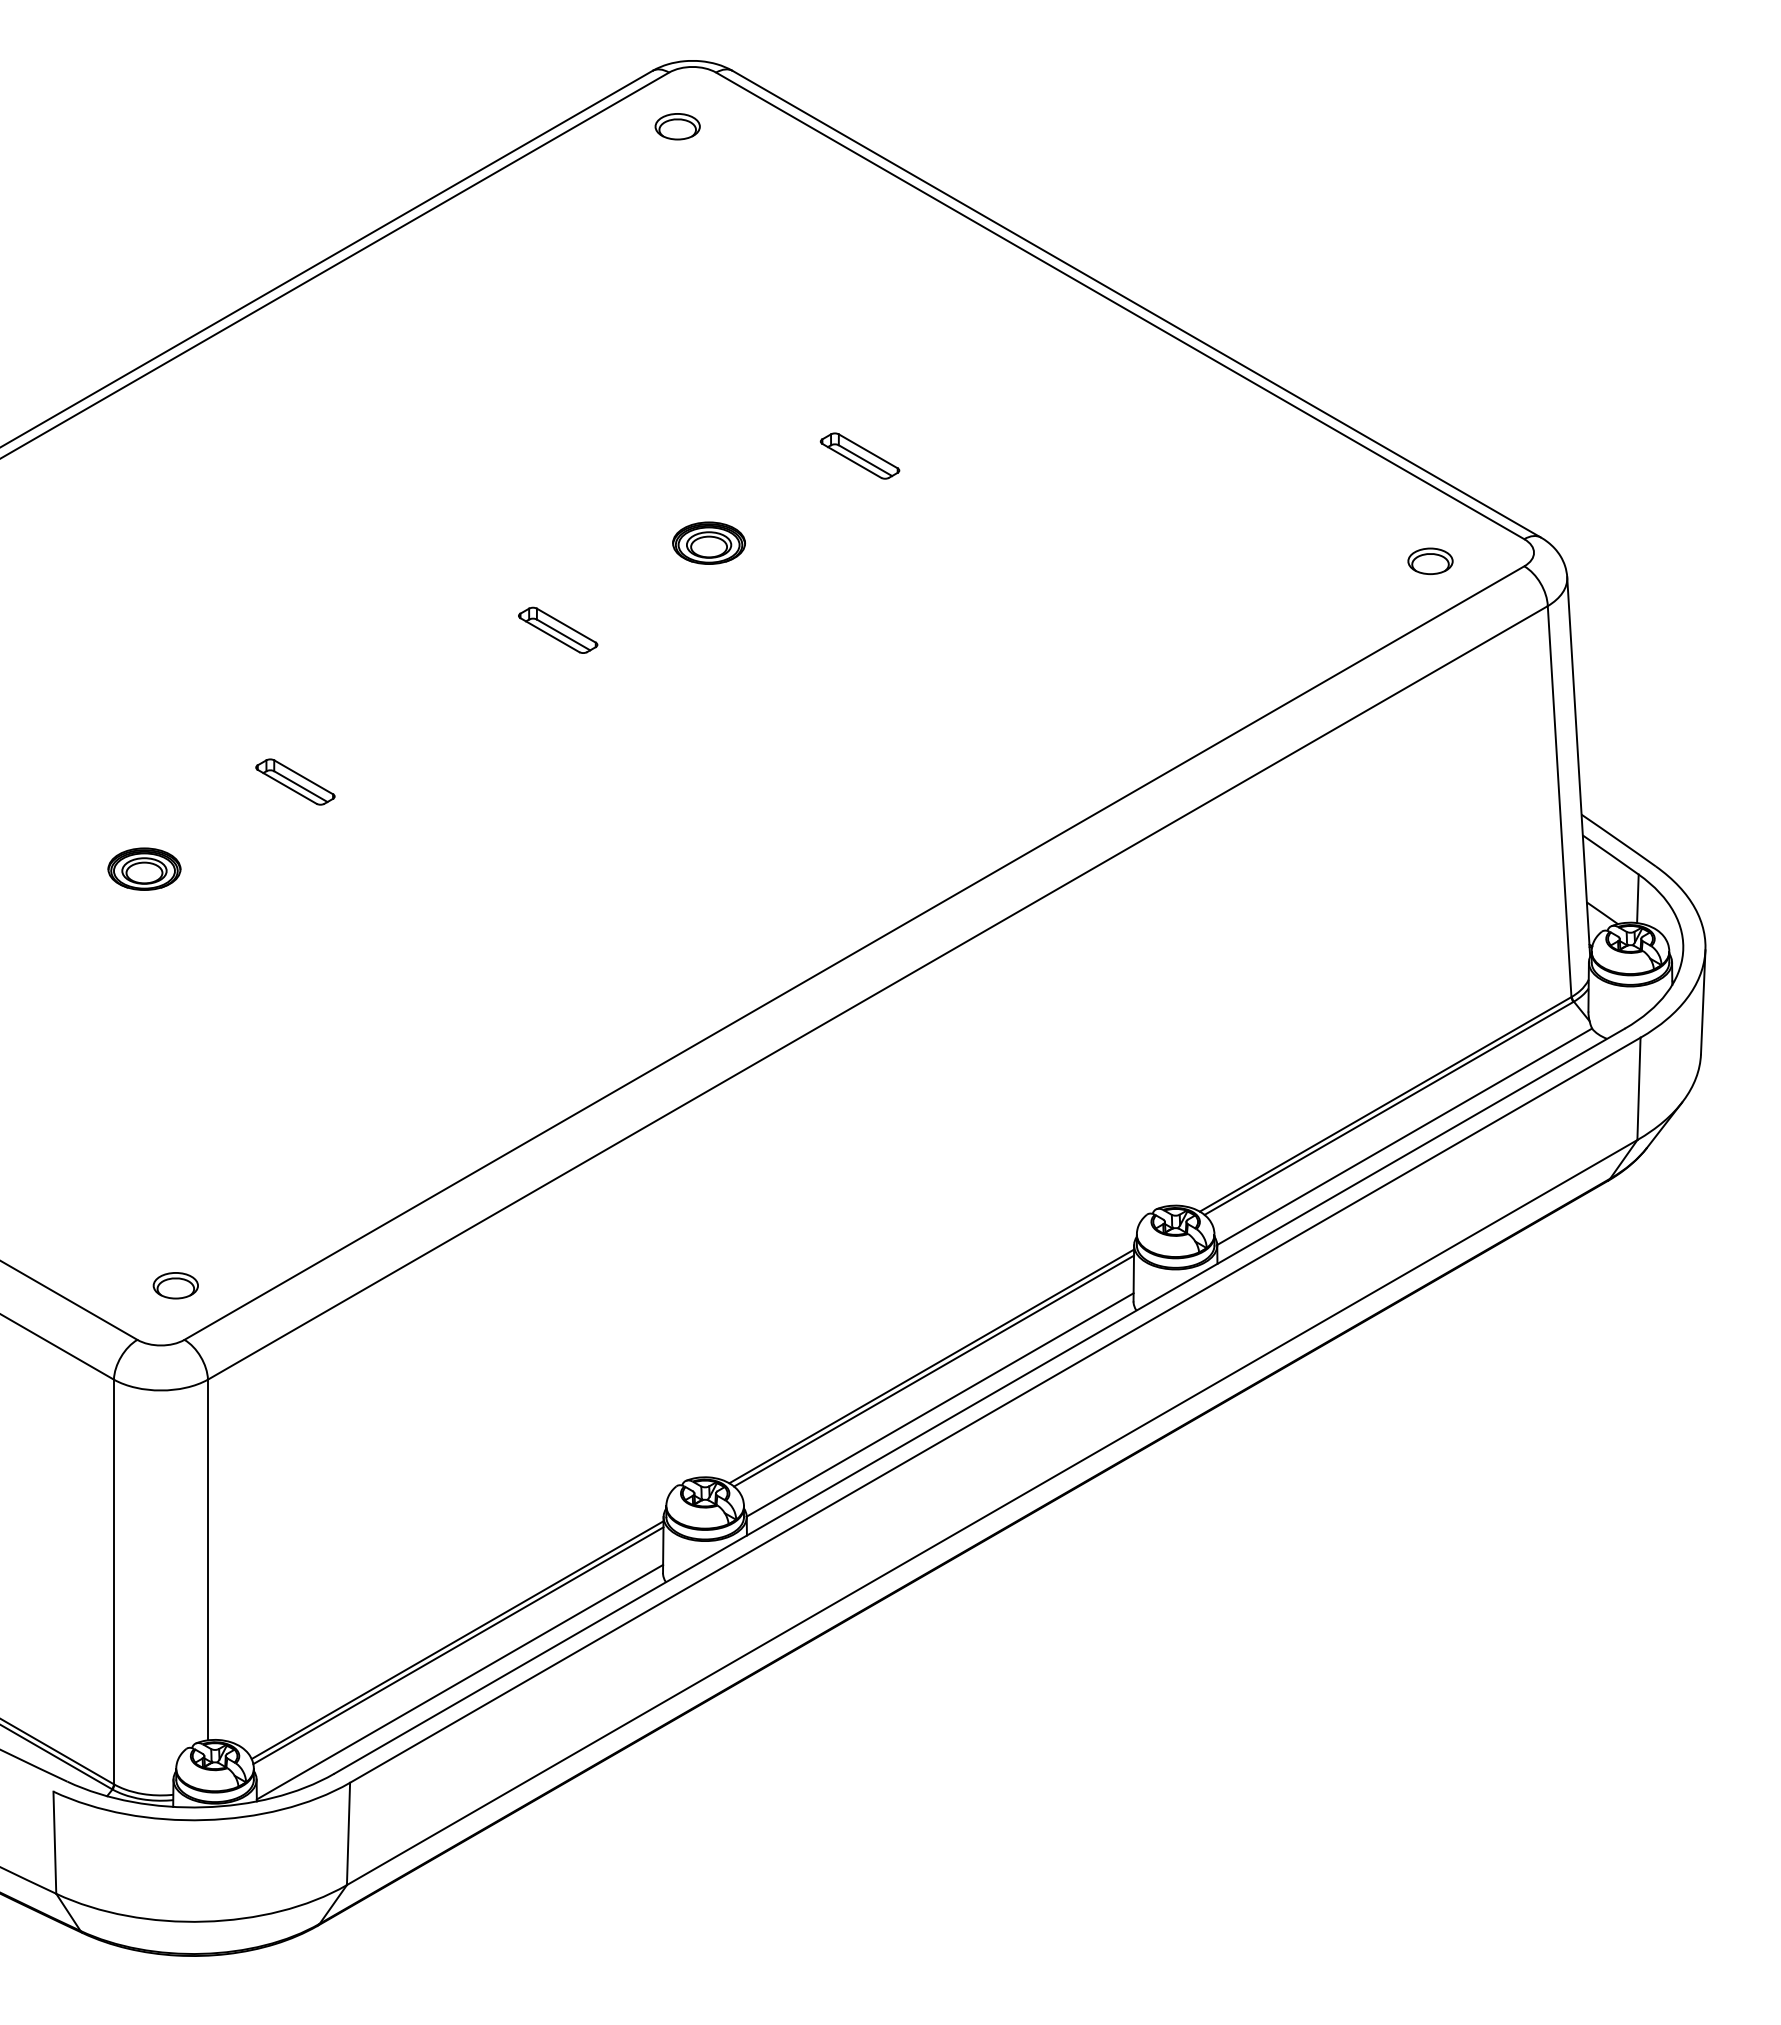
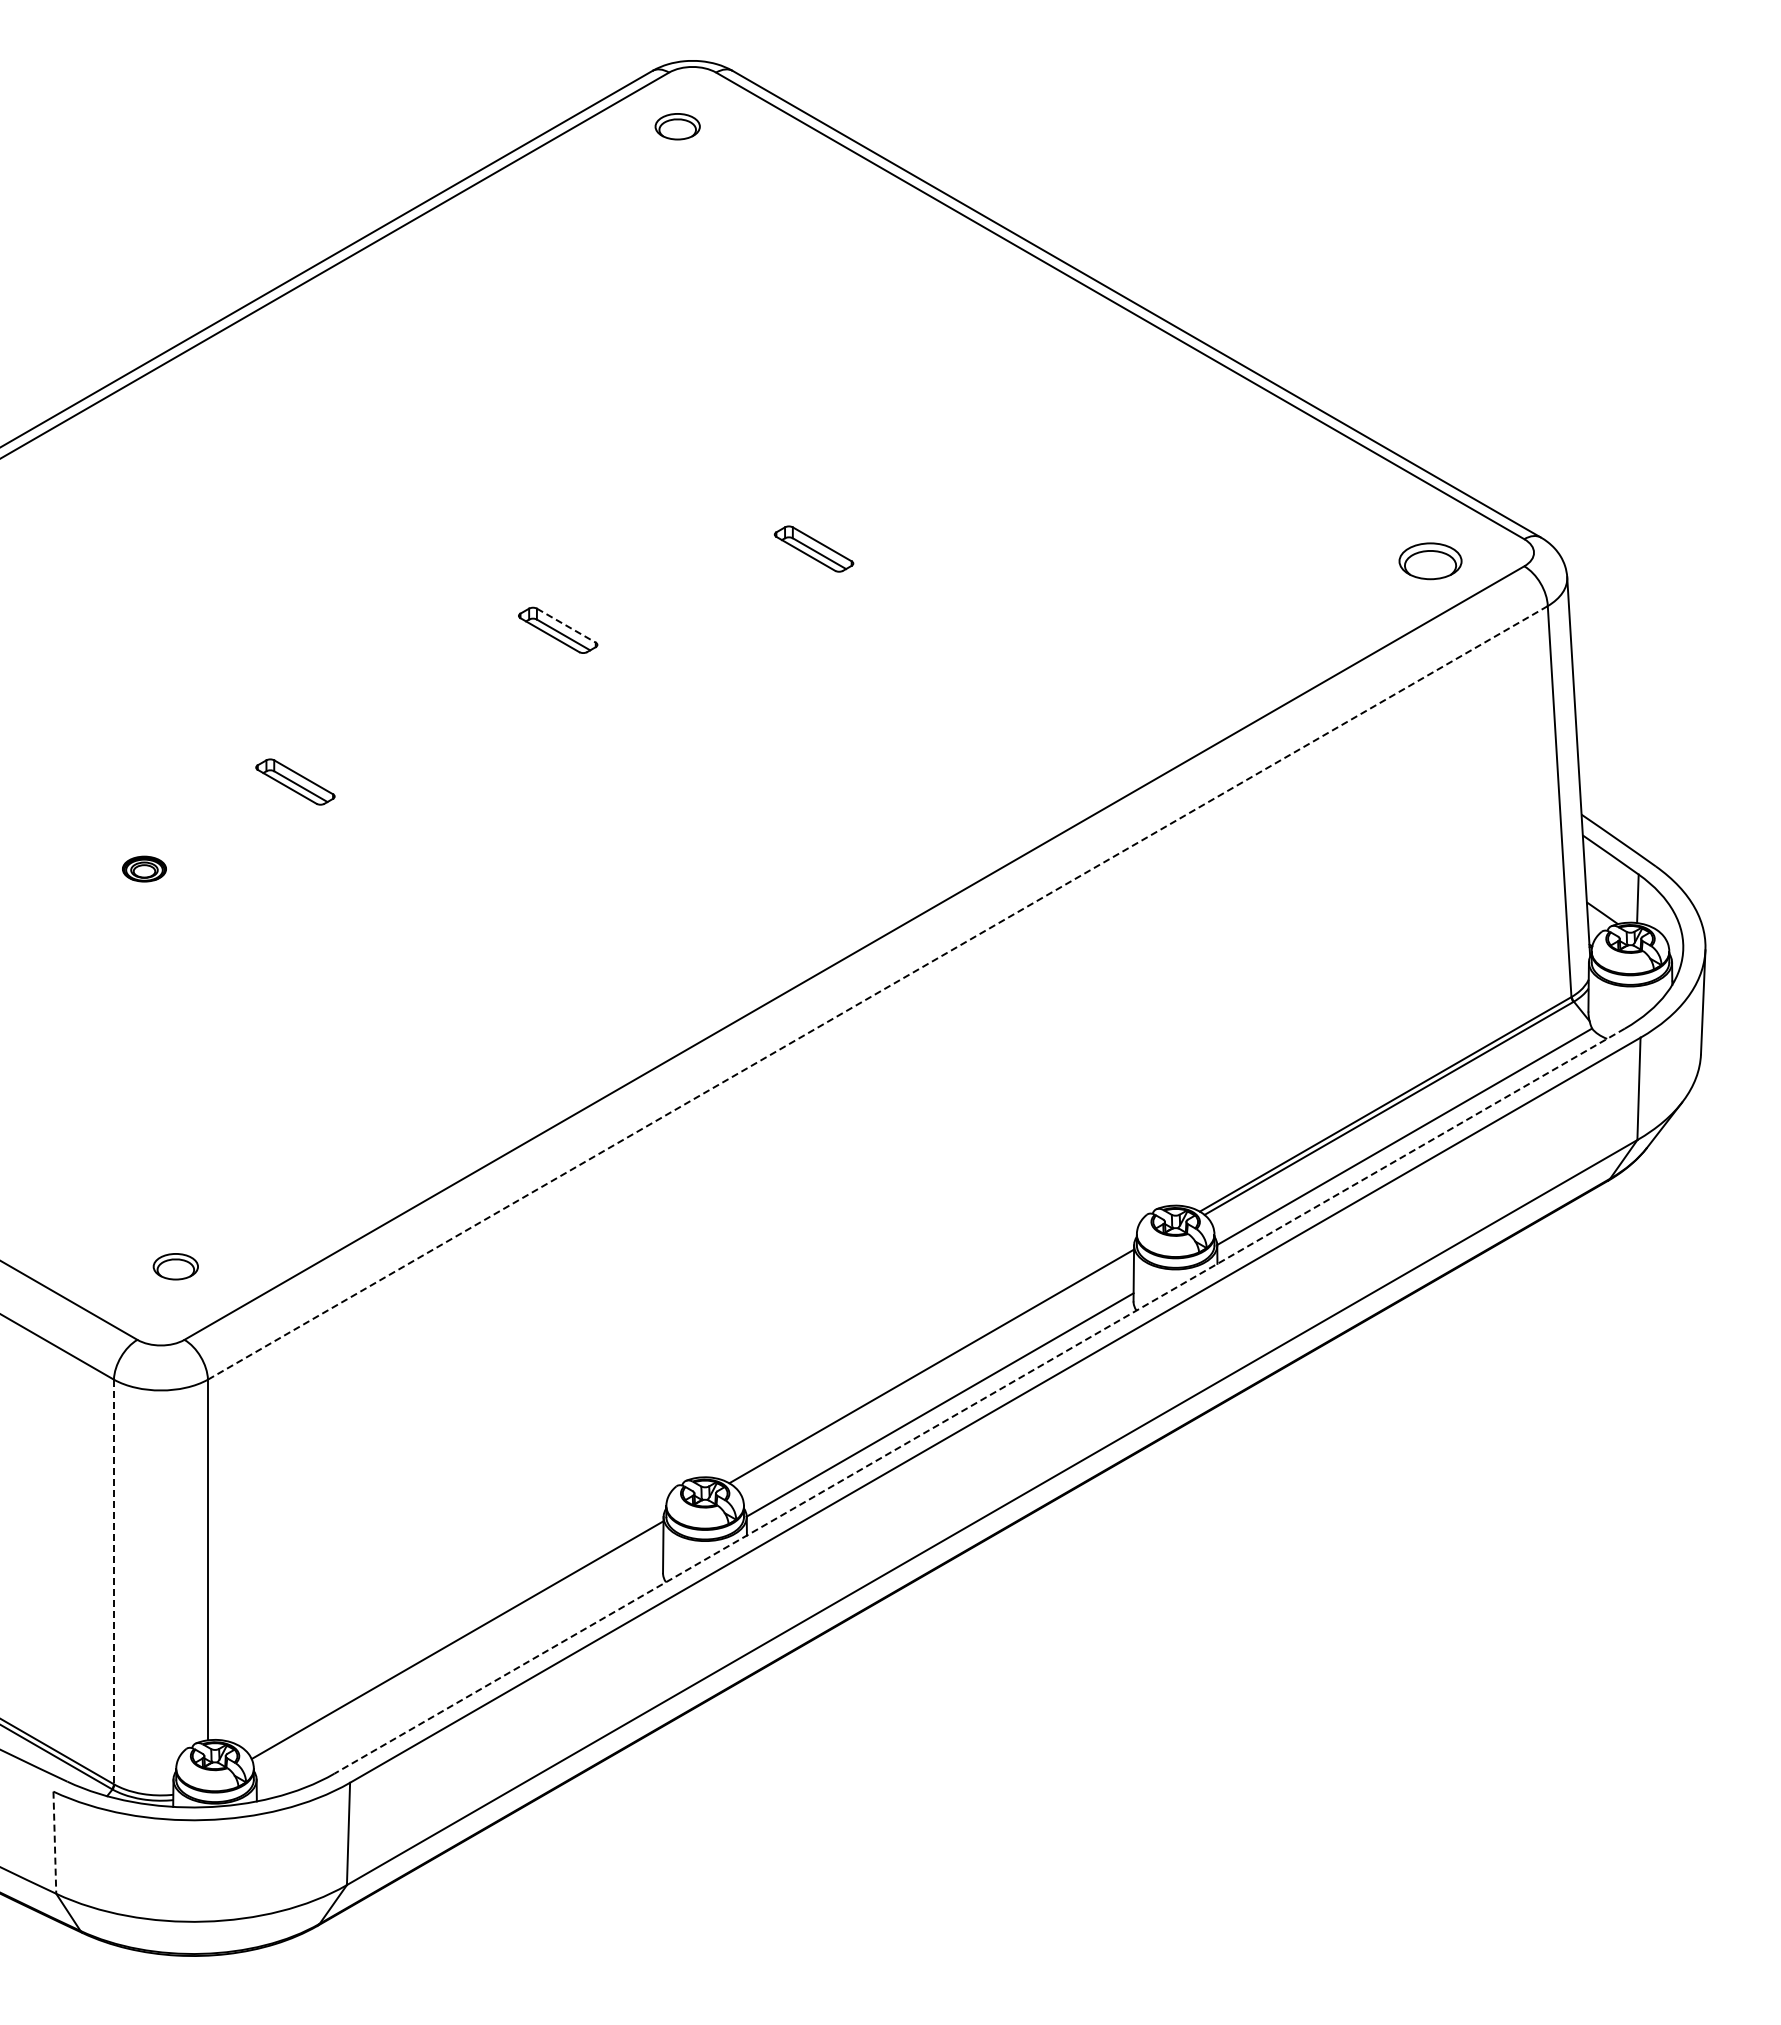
part at (859, 455) position: (859, 455) -> (813, 548)
part at (708, 542): present -> none
part at (1430, 561) size: 47x29 px -> 65x39 px
line at (566, 625): solid -> dashed
part at (144, 868) size: 75x44 px -> 45x28 px
line at (877, 992): solid -> dashed
part at (175, 1285) position: (175, 1285) -> (175, 1266)
line at (933, 1370): present -> none
line at (979, 1401): solid -> dashed
line at (113, 1582): solid -> dashed
line at (458, 1645): present -> none
line at (459, 1681): present -> none
line at (54, 1843): solid -> dashed
